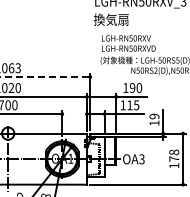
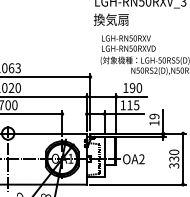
line at (44, 77): dashed -> solid
text at (174, 158): 178 -> 330
text at (141, 159): OA3 -> OA2
